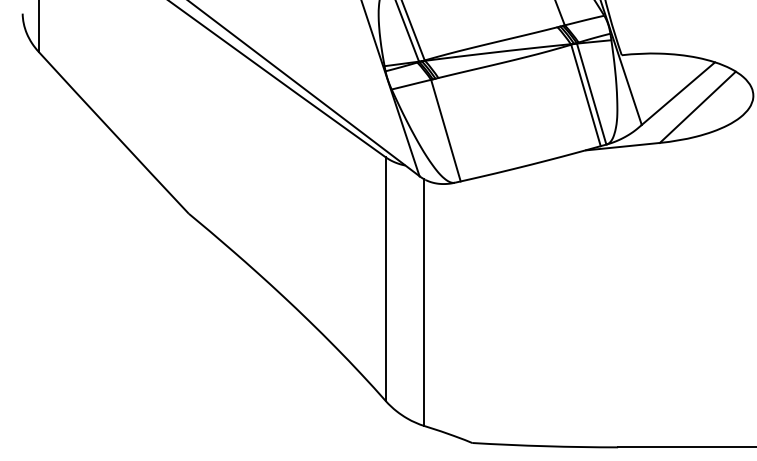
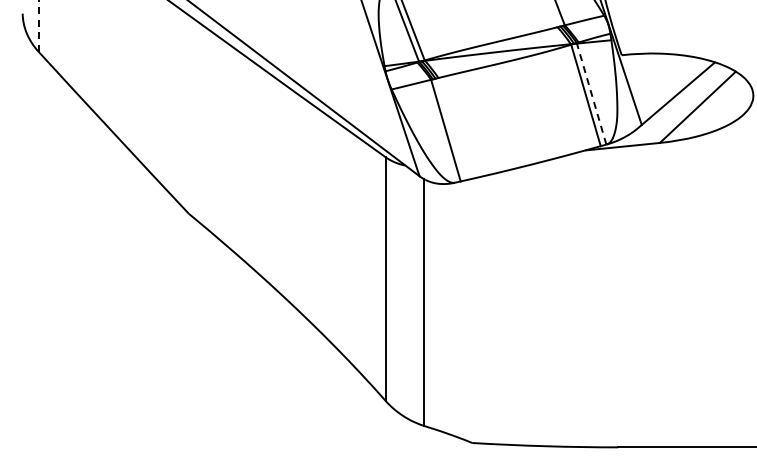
line at (38, 25): solid -> dashed
line at (591, 94): solid -> dashed
